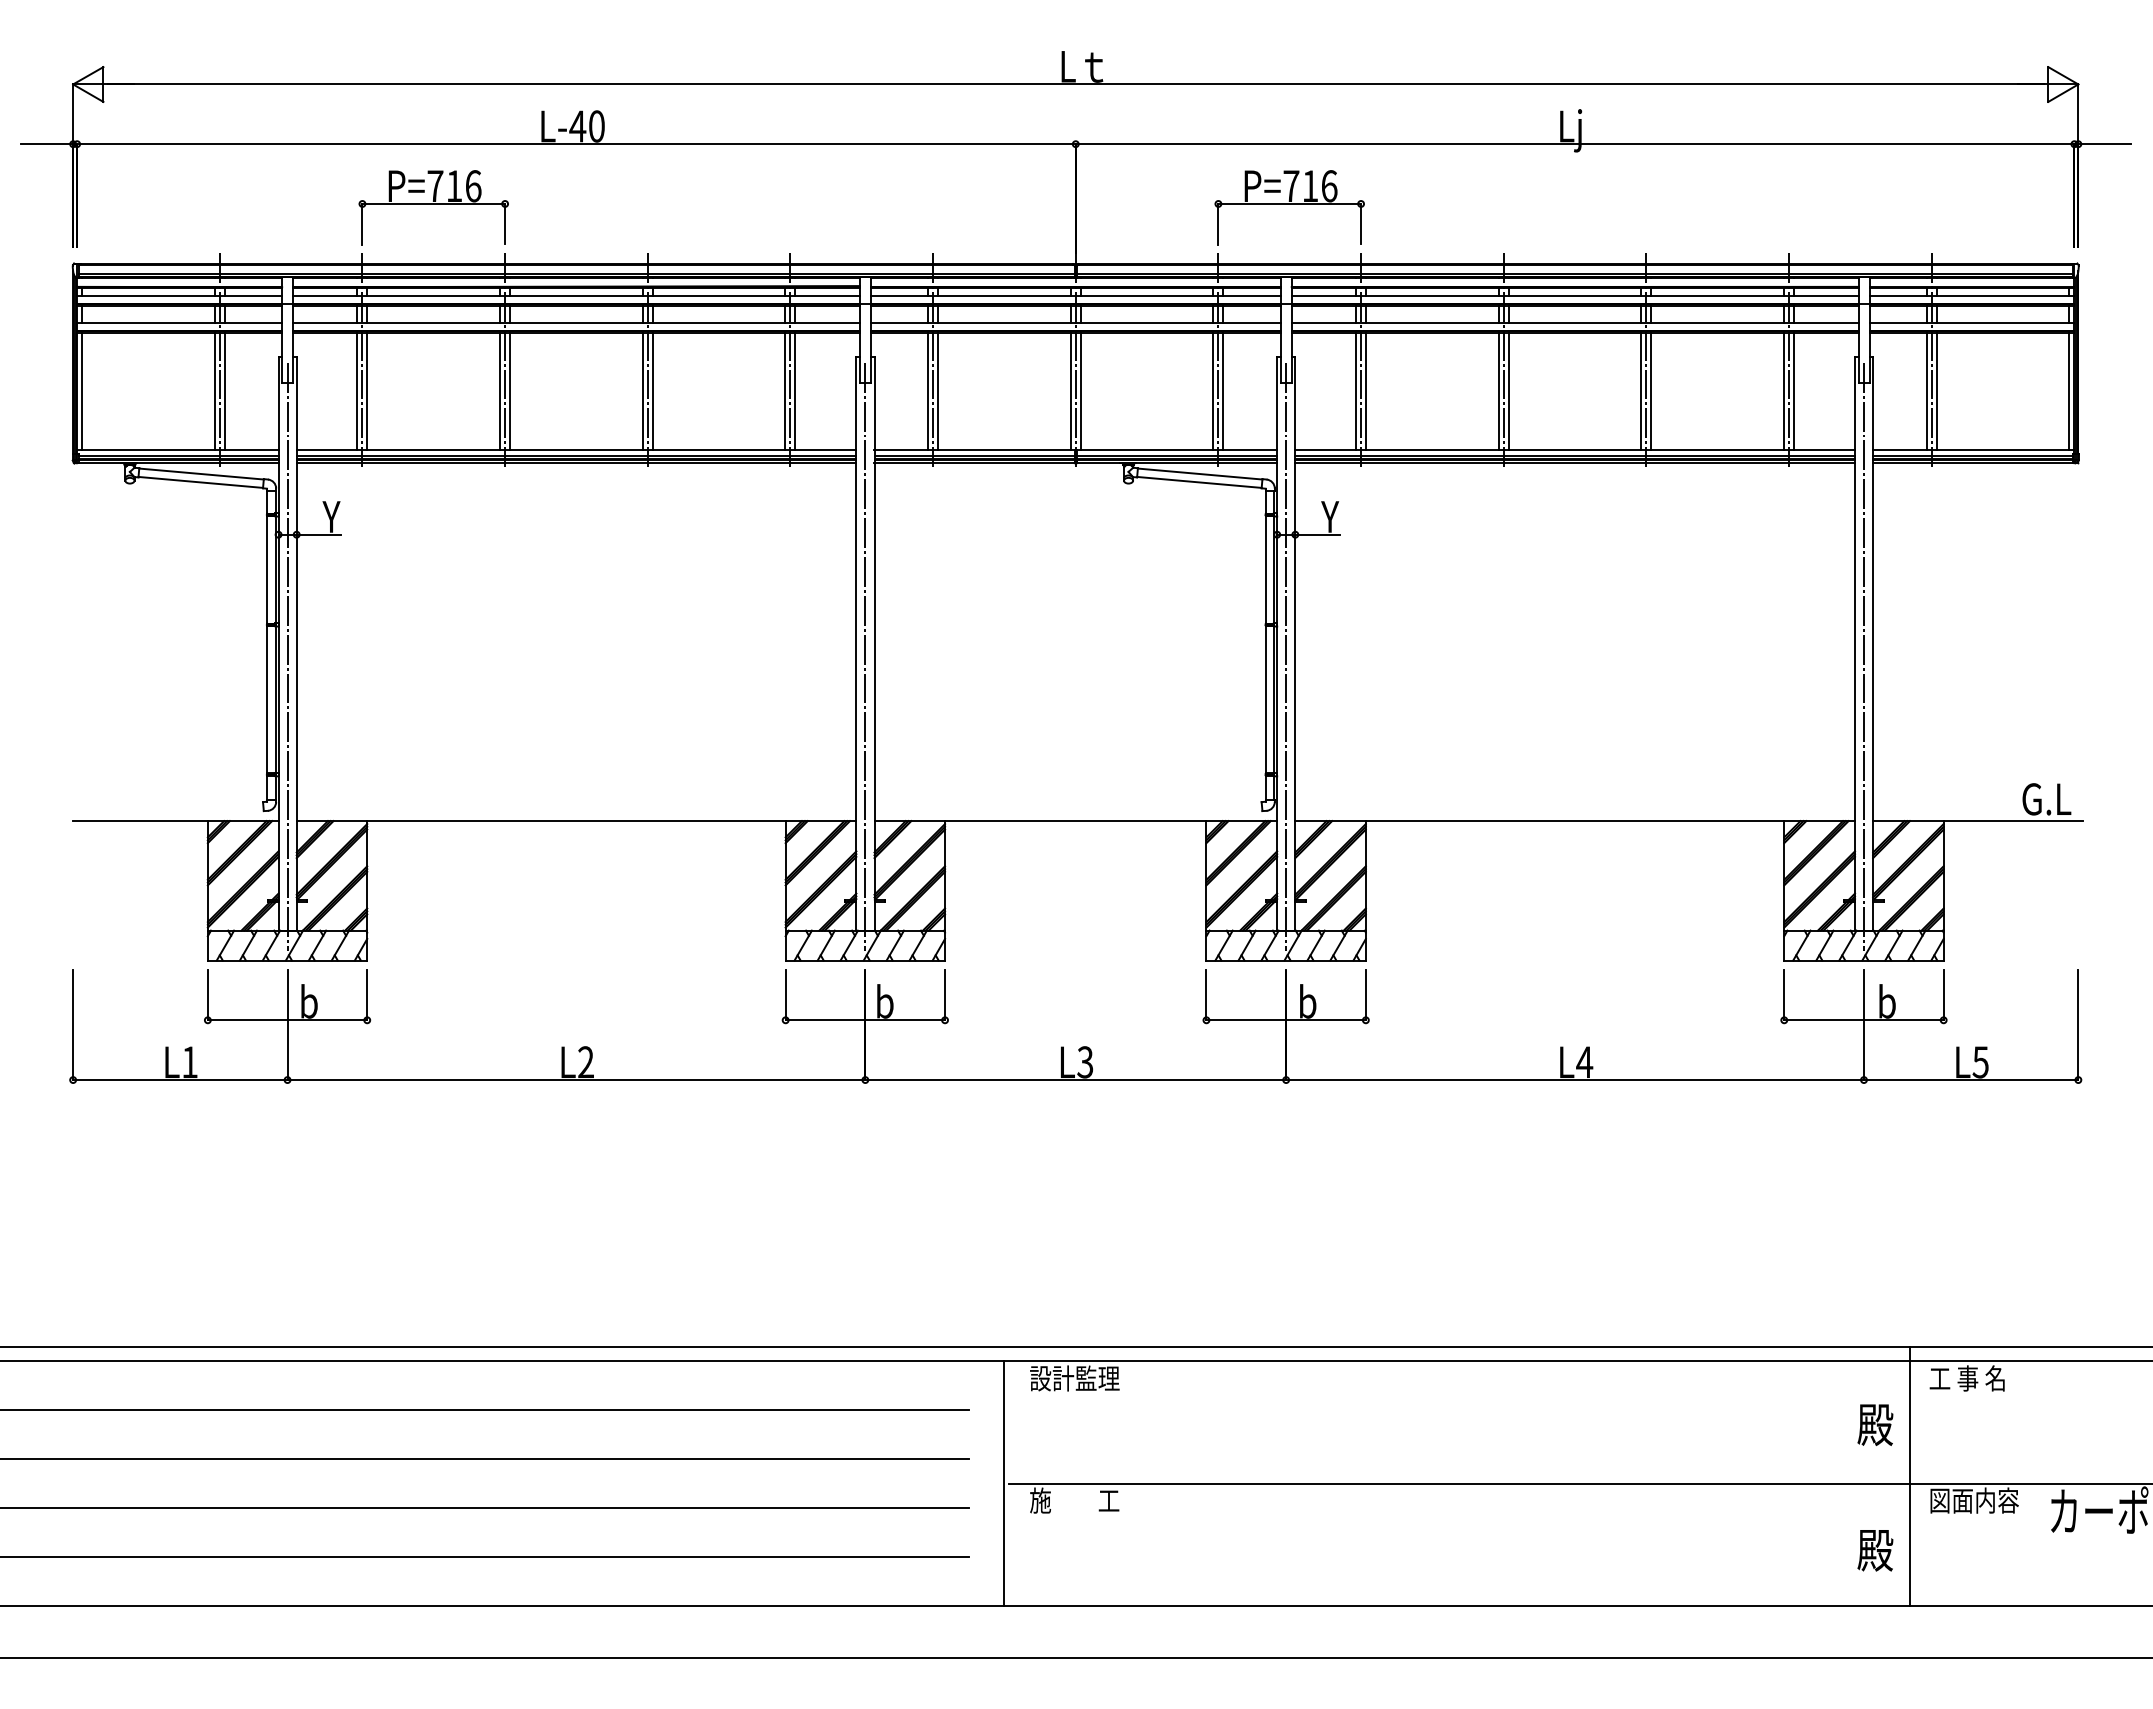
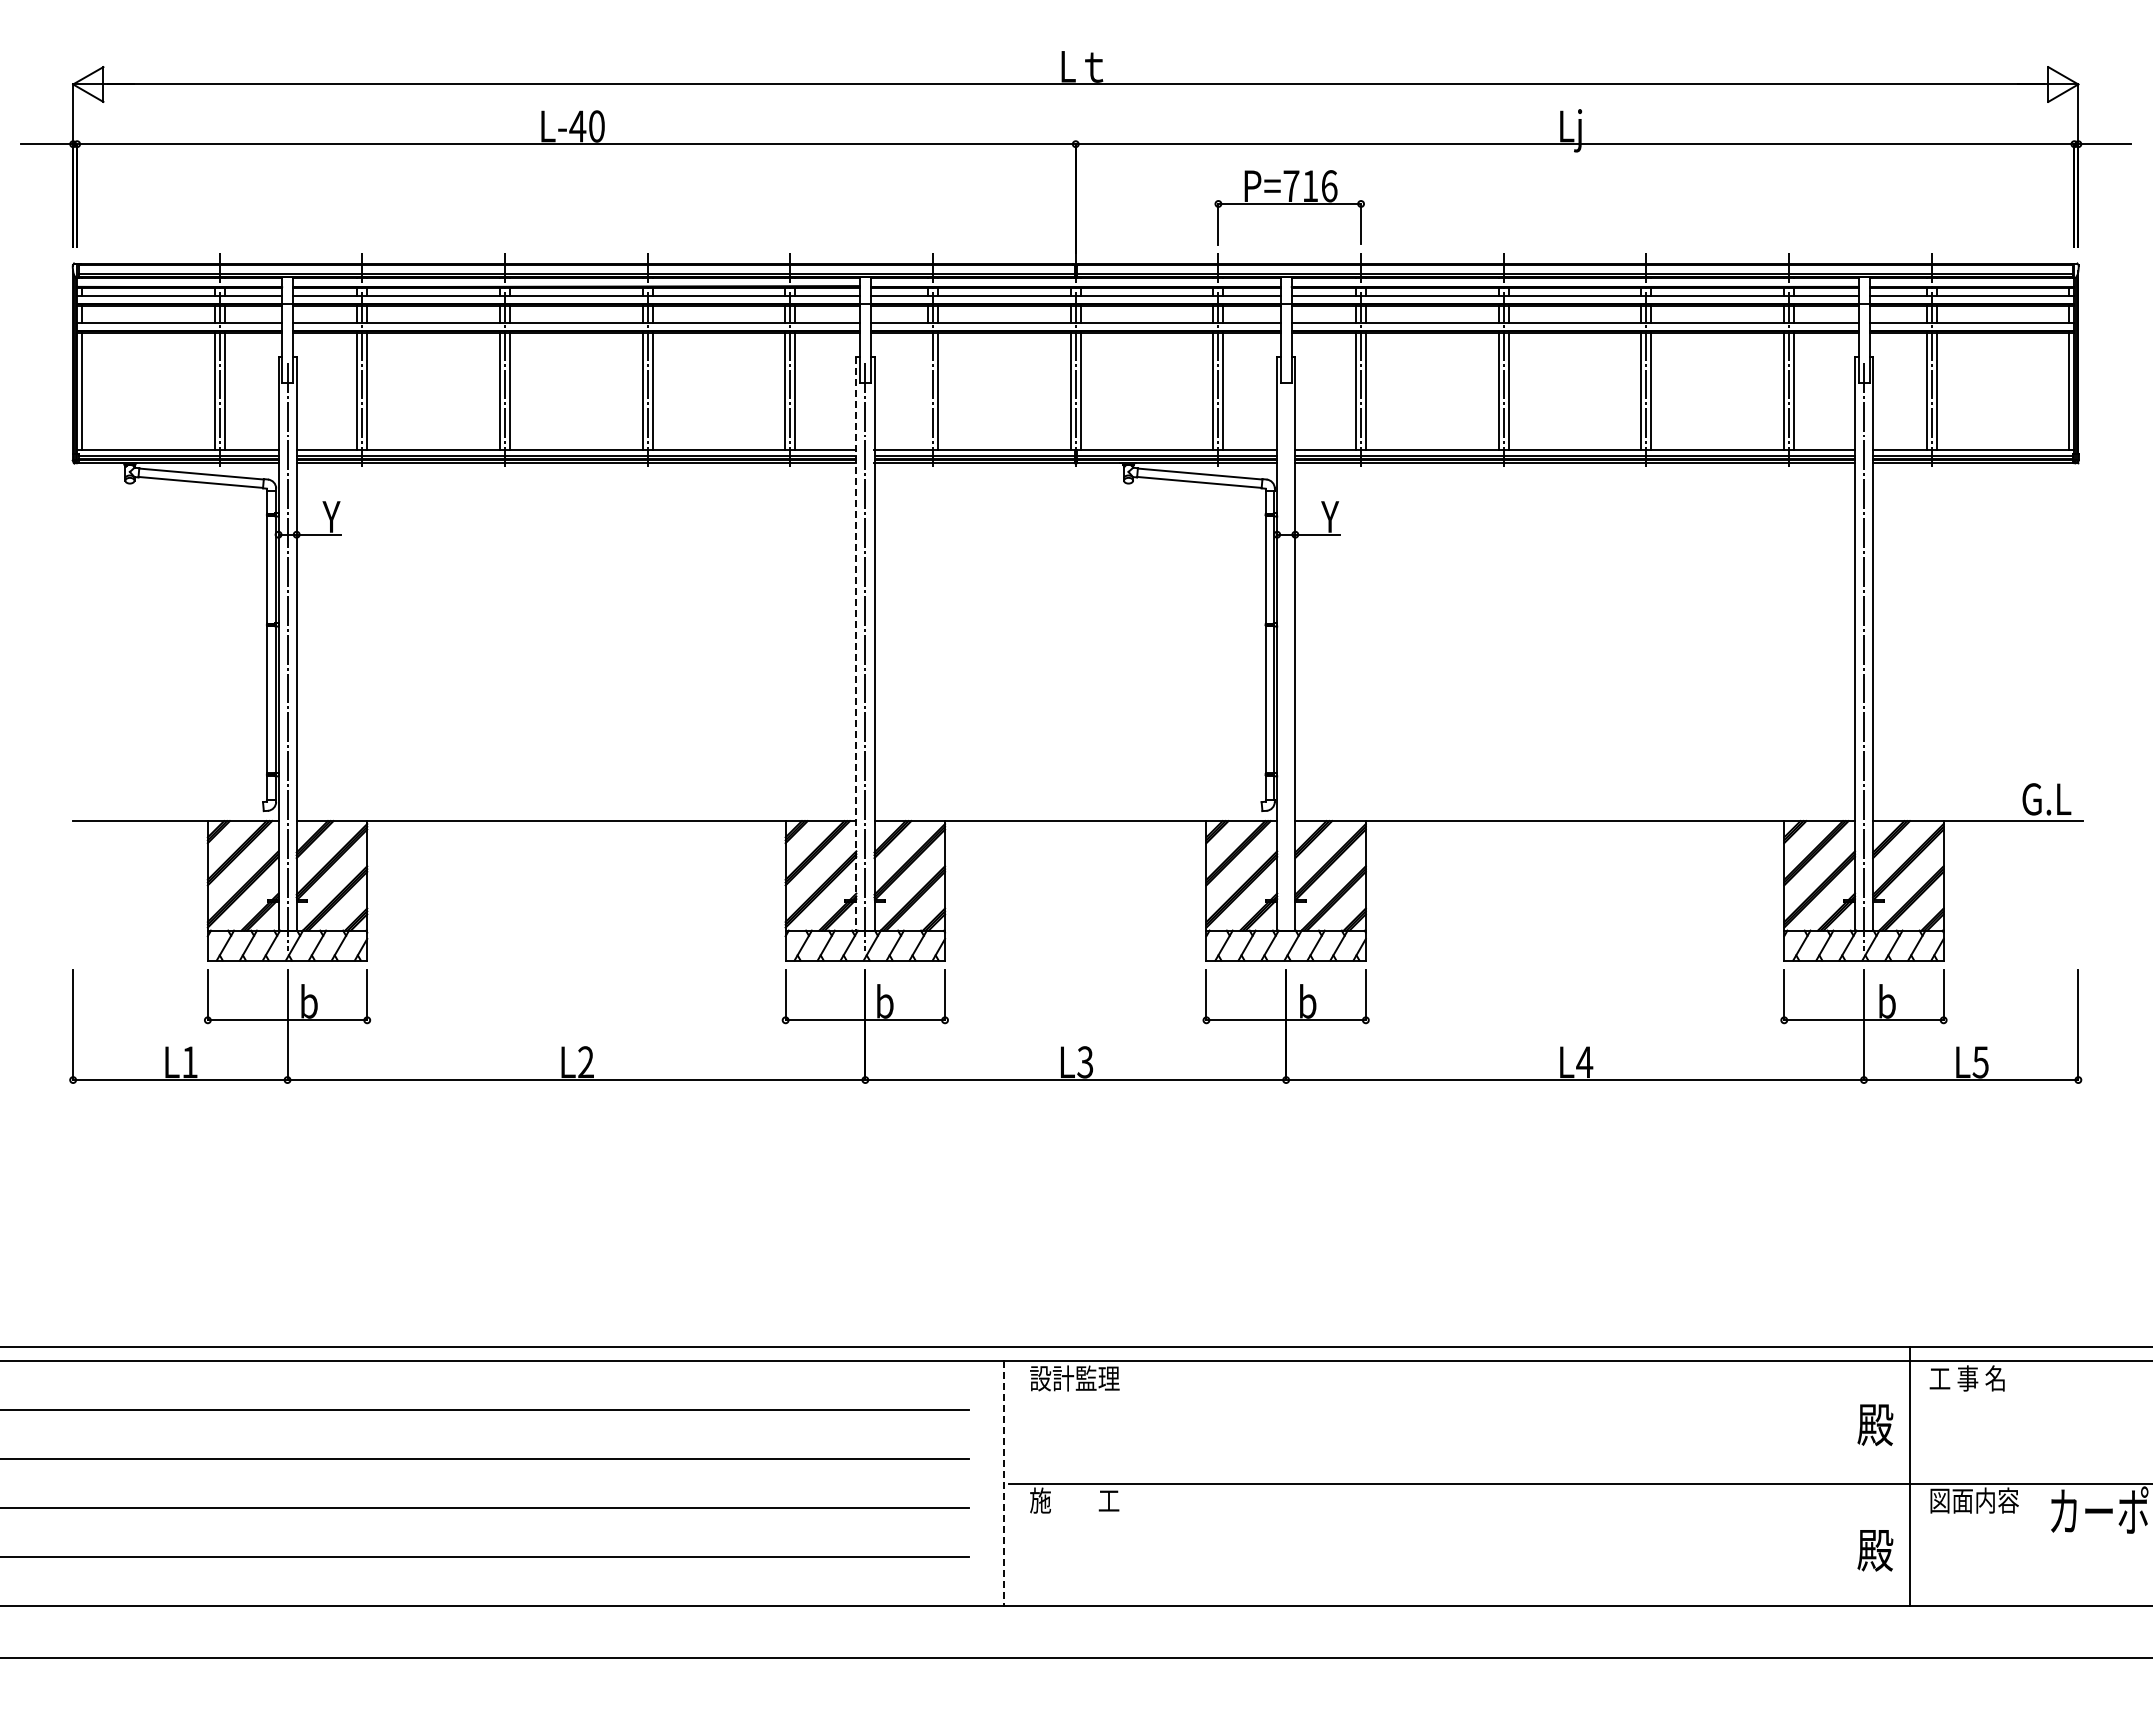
part at (433, 207): present -> none
line at (928, 391): present -> none
line at (856, 643): solid -> dashed
line at (1286, 656): present -> none
line at (1003, 1484): solid -> dashed
